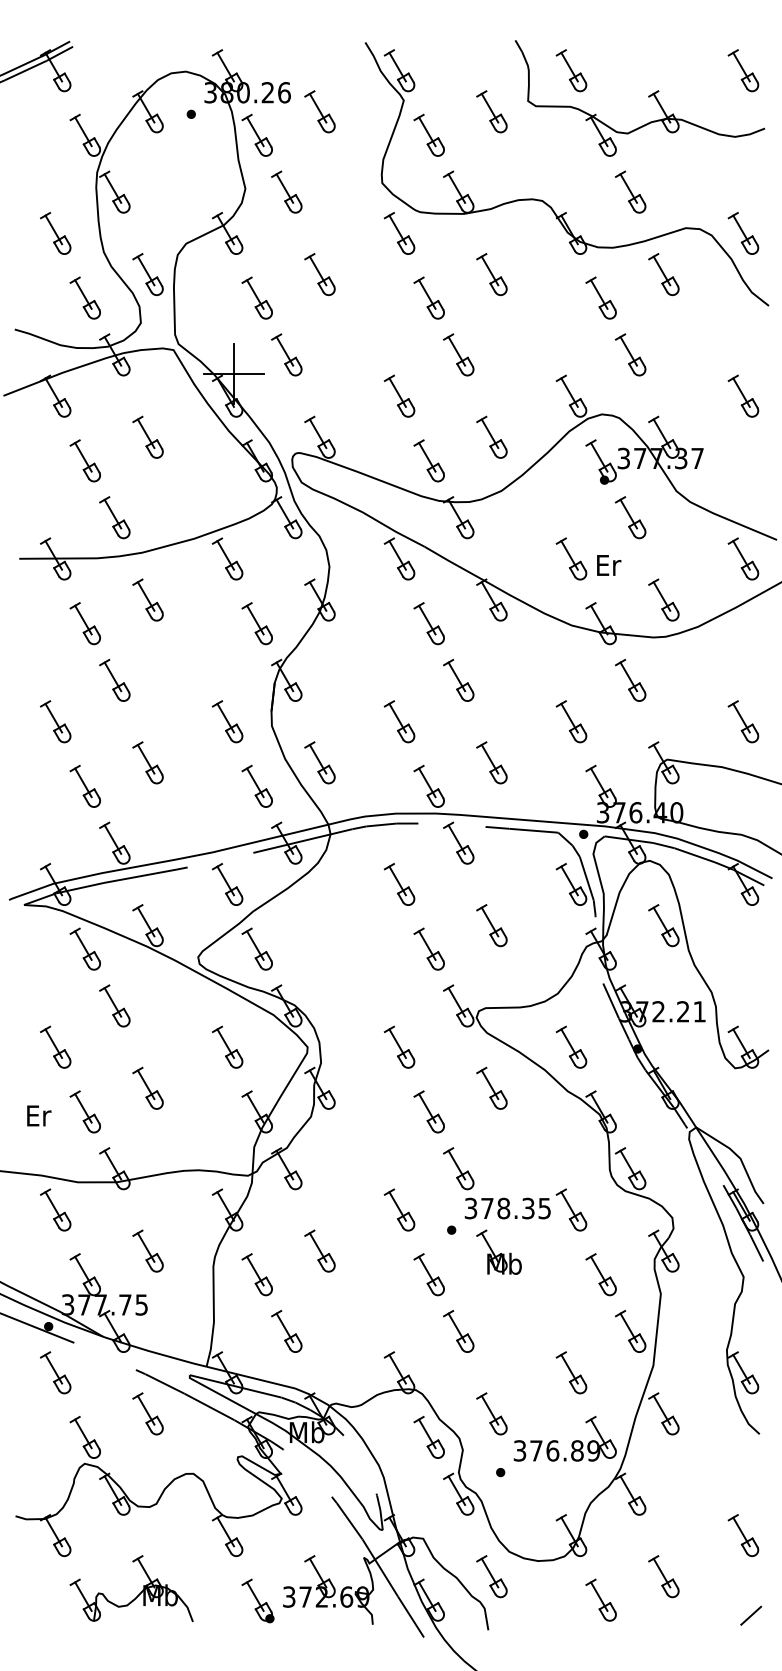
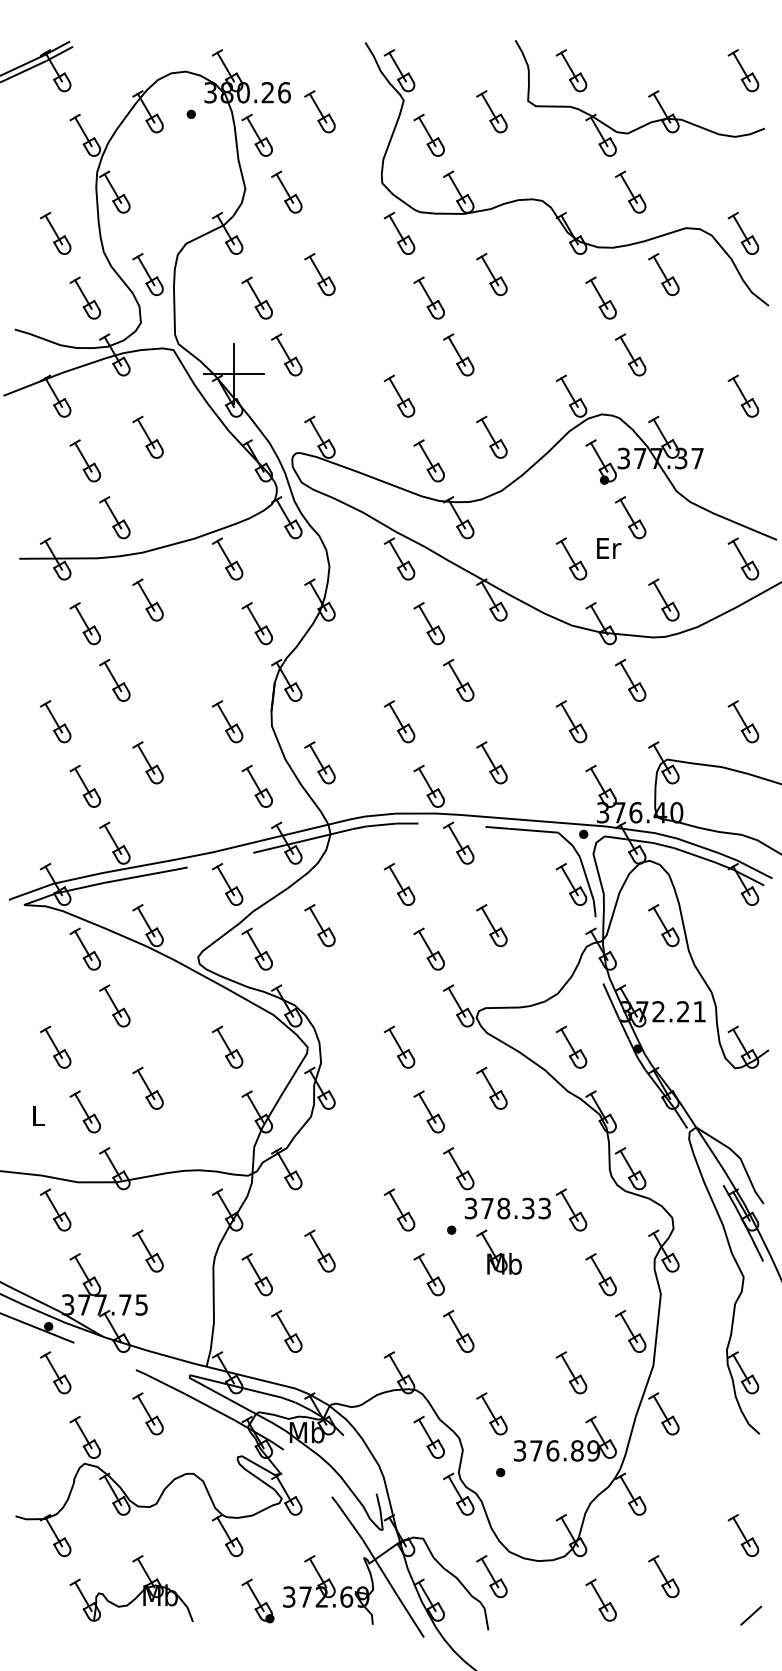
text at (609, 565) position: (609, 565) -> (609, 548)
part at (319, 925): none -> present
text at (39, 1115): Er -> L
text at (544, 1207): 378.35 -> 378.33
